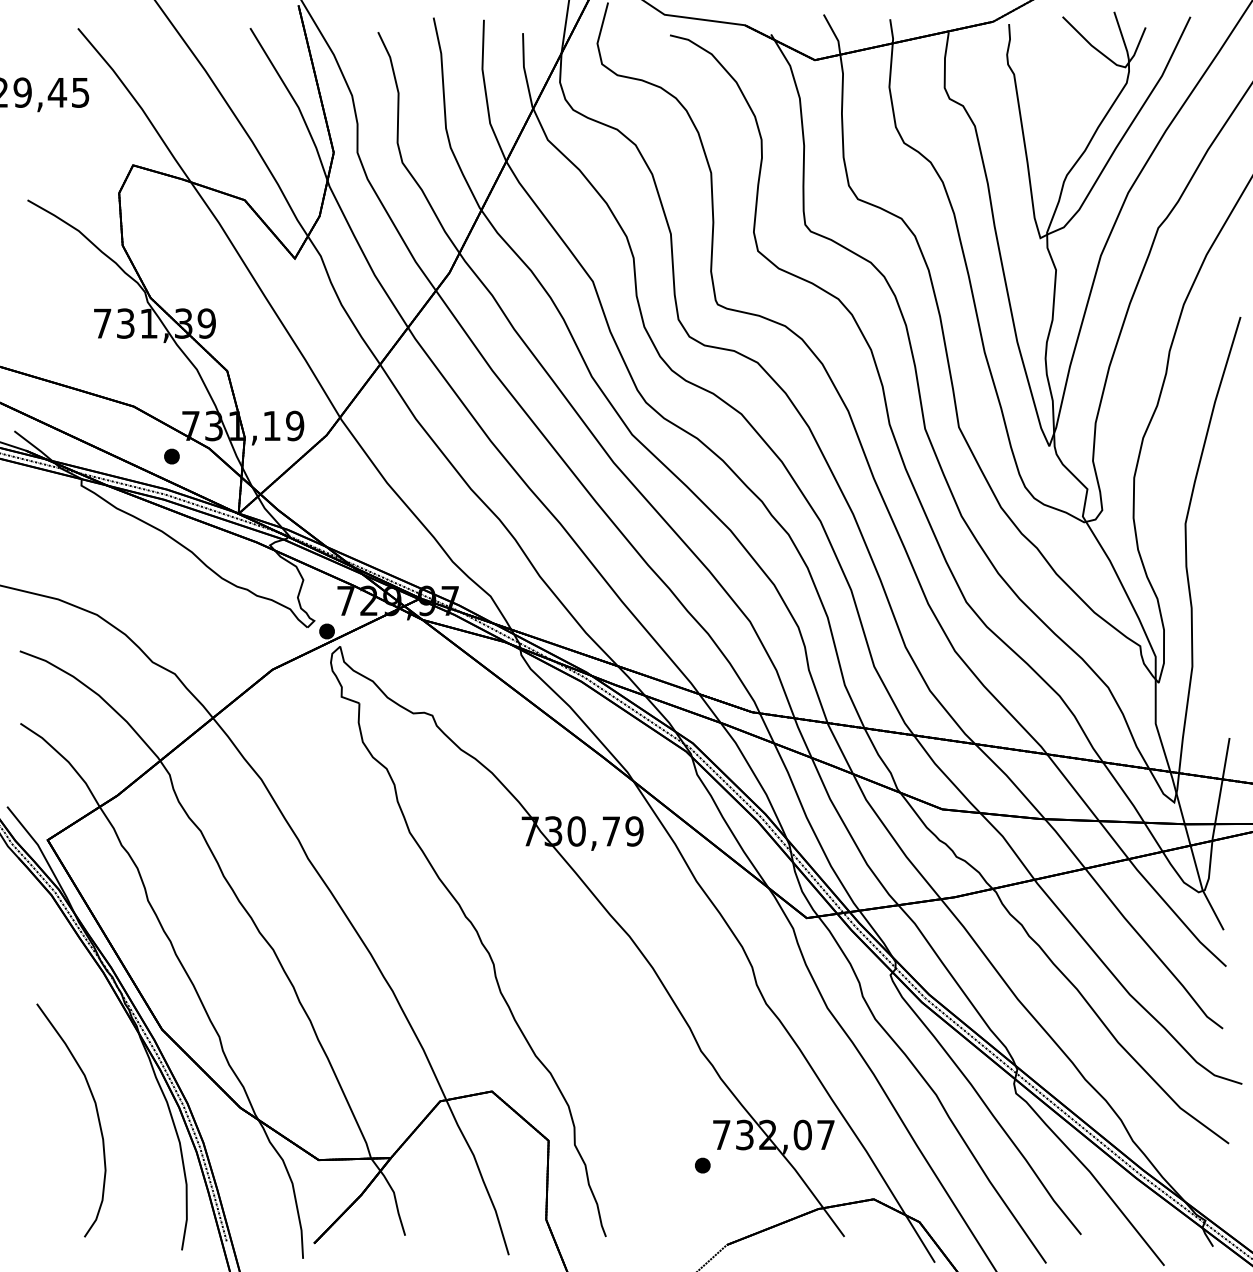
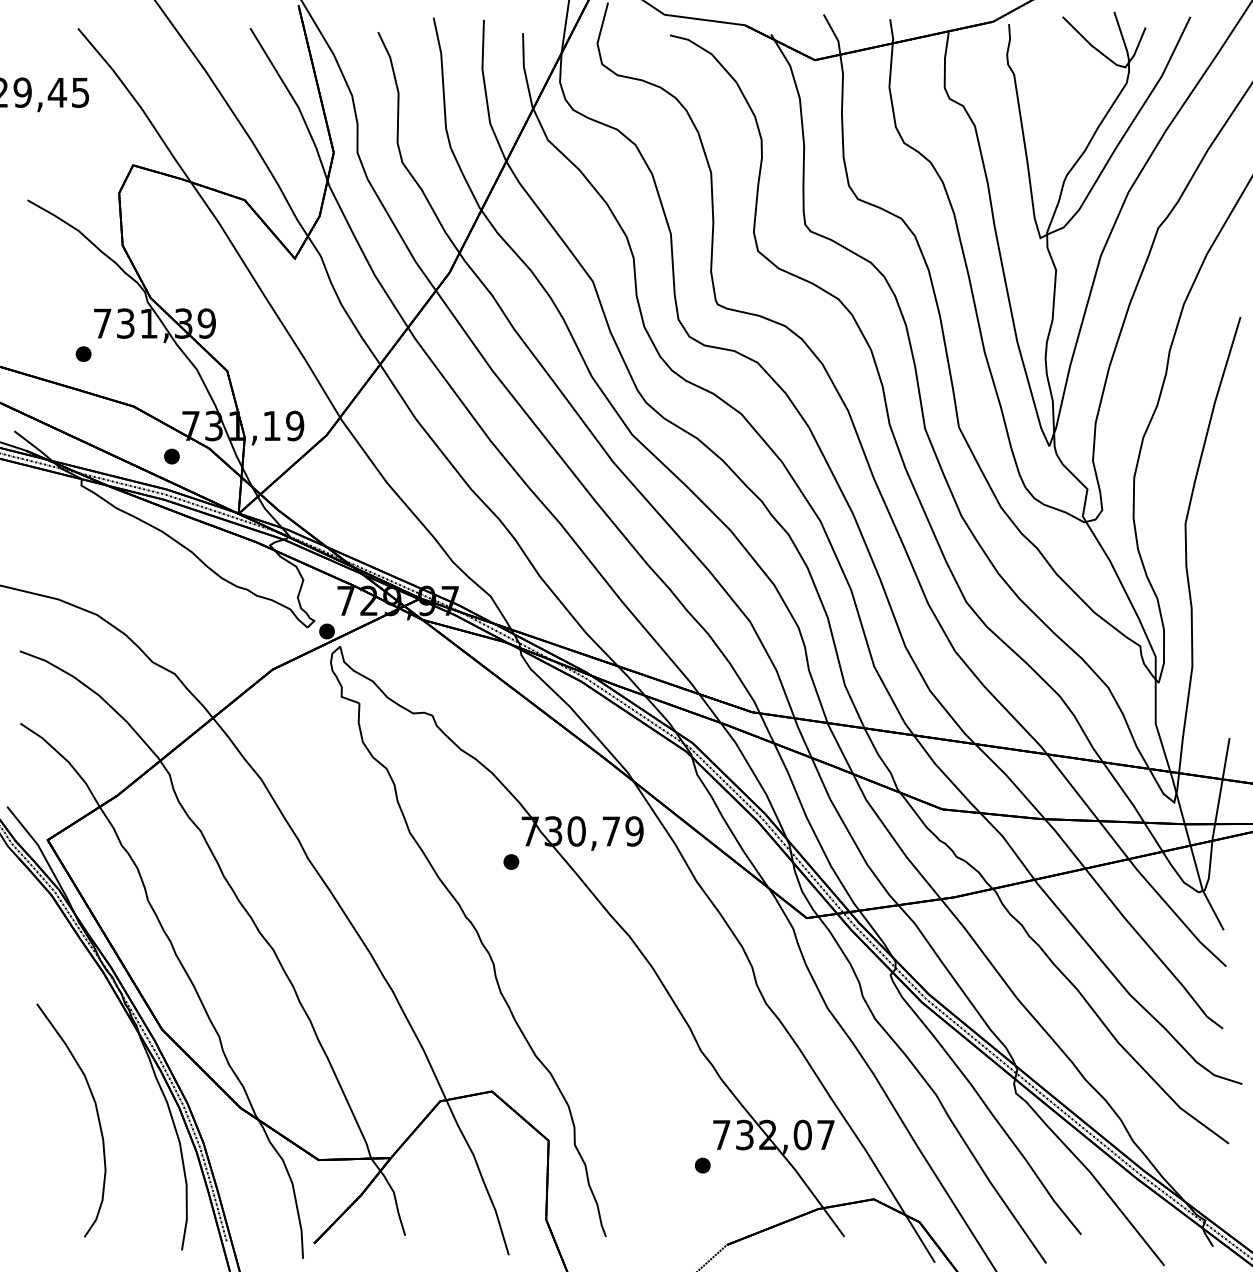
part at (83, 353): none -> present
part at (511, 861): none -> present
